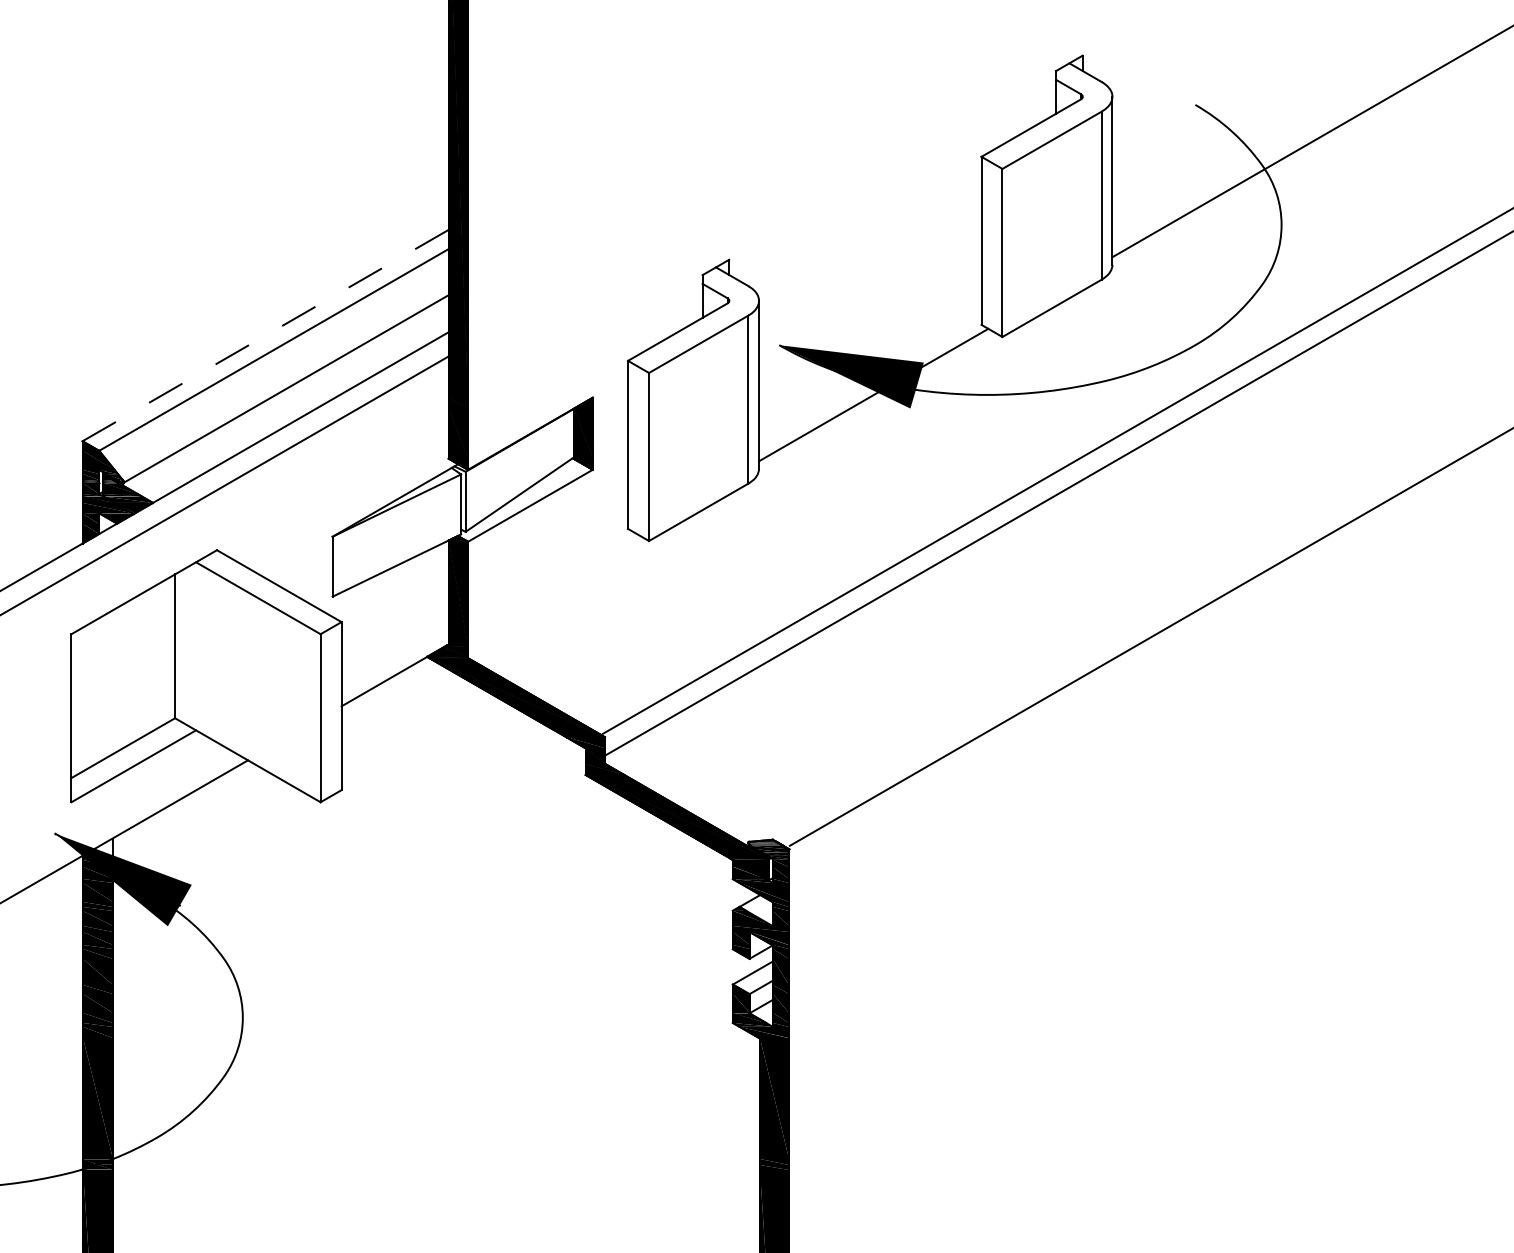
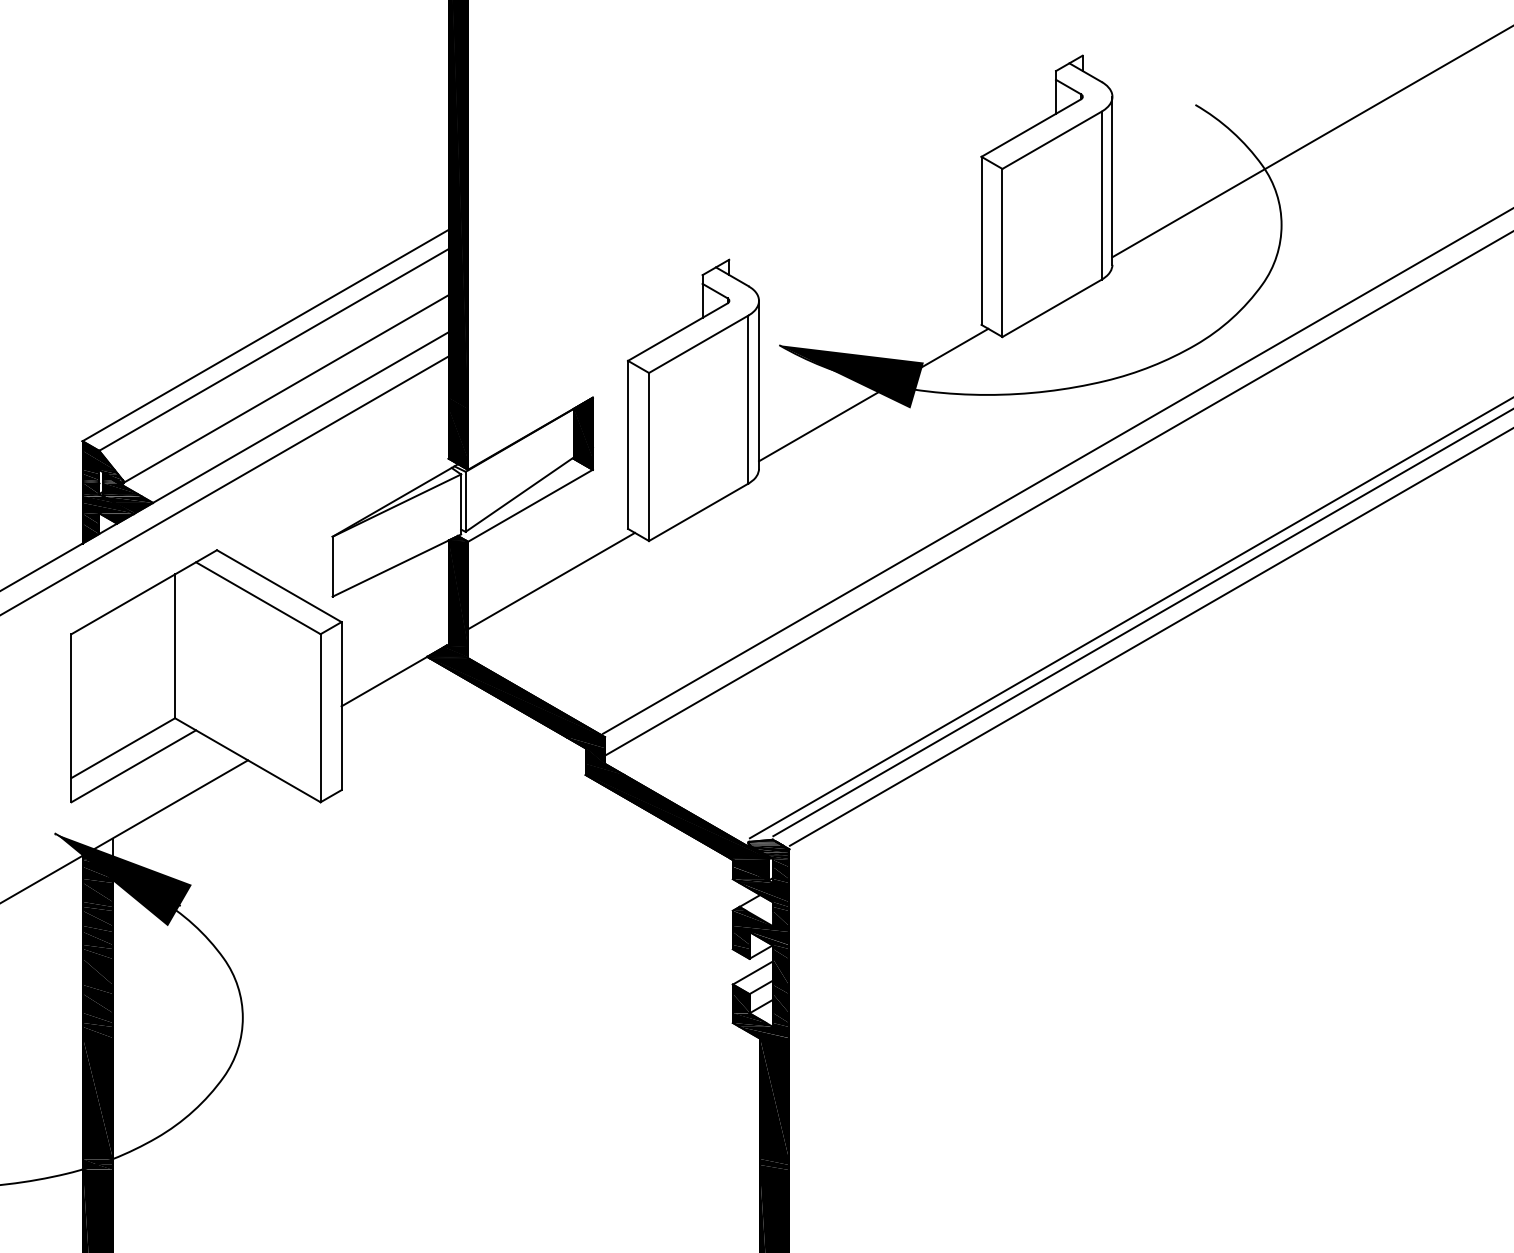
line at (266, 335): dashed -> solid
line at (551, 580): none -> present
line at (1129, 618): none -> present
line at (1141, 623): none -> present
